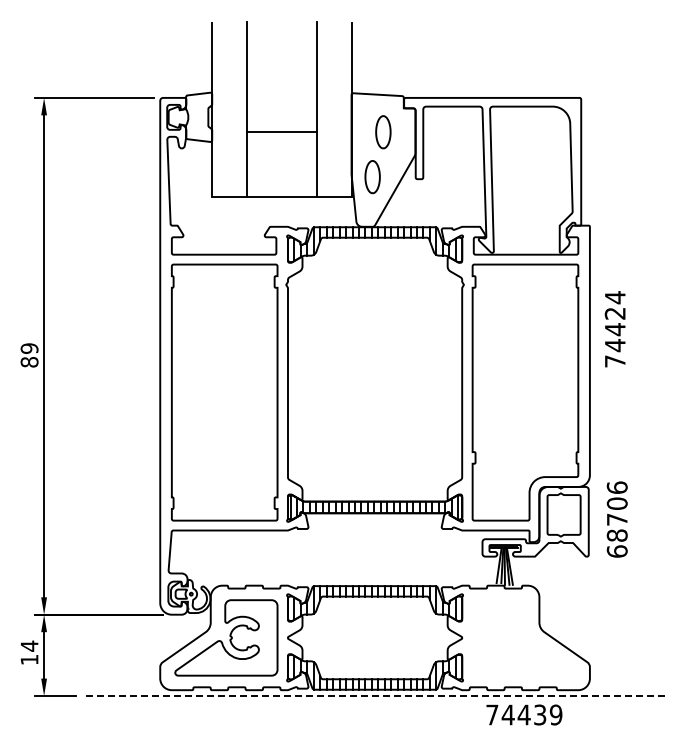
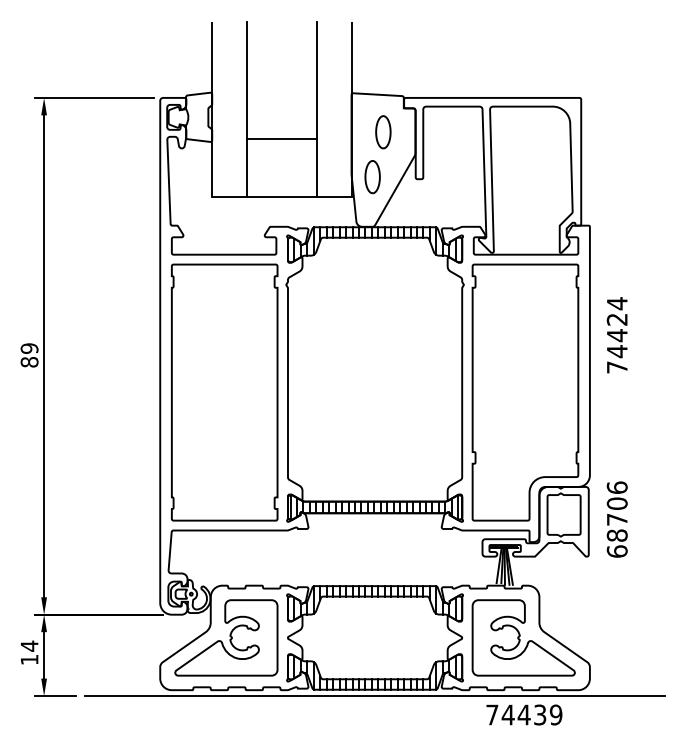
line at (281, 131) position: (281, 131) -> (281, 138)
text at (614, 329) position: (614, 329) -> (616, 335)
part at (523, 637): none -> present
line at (374, 696): dashed -> solid
